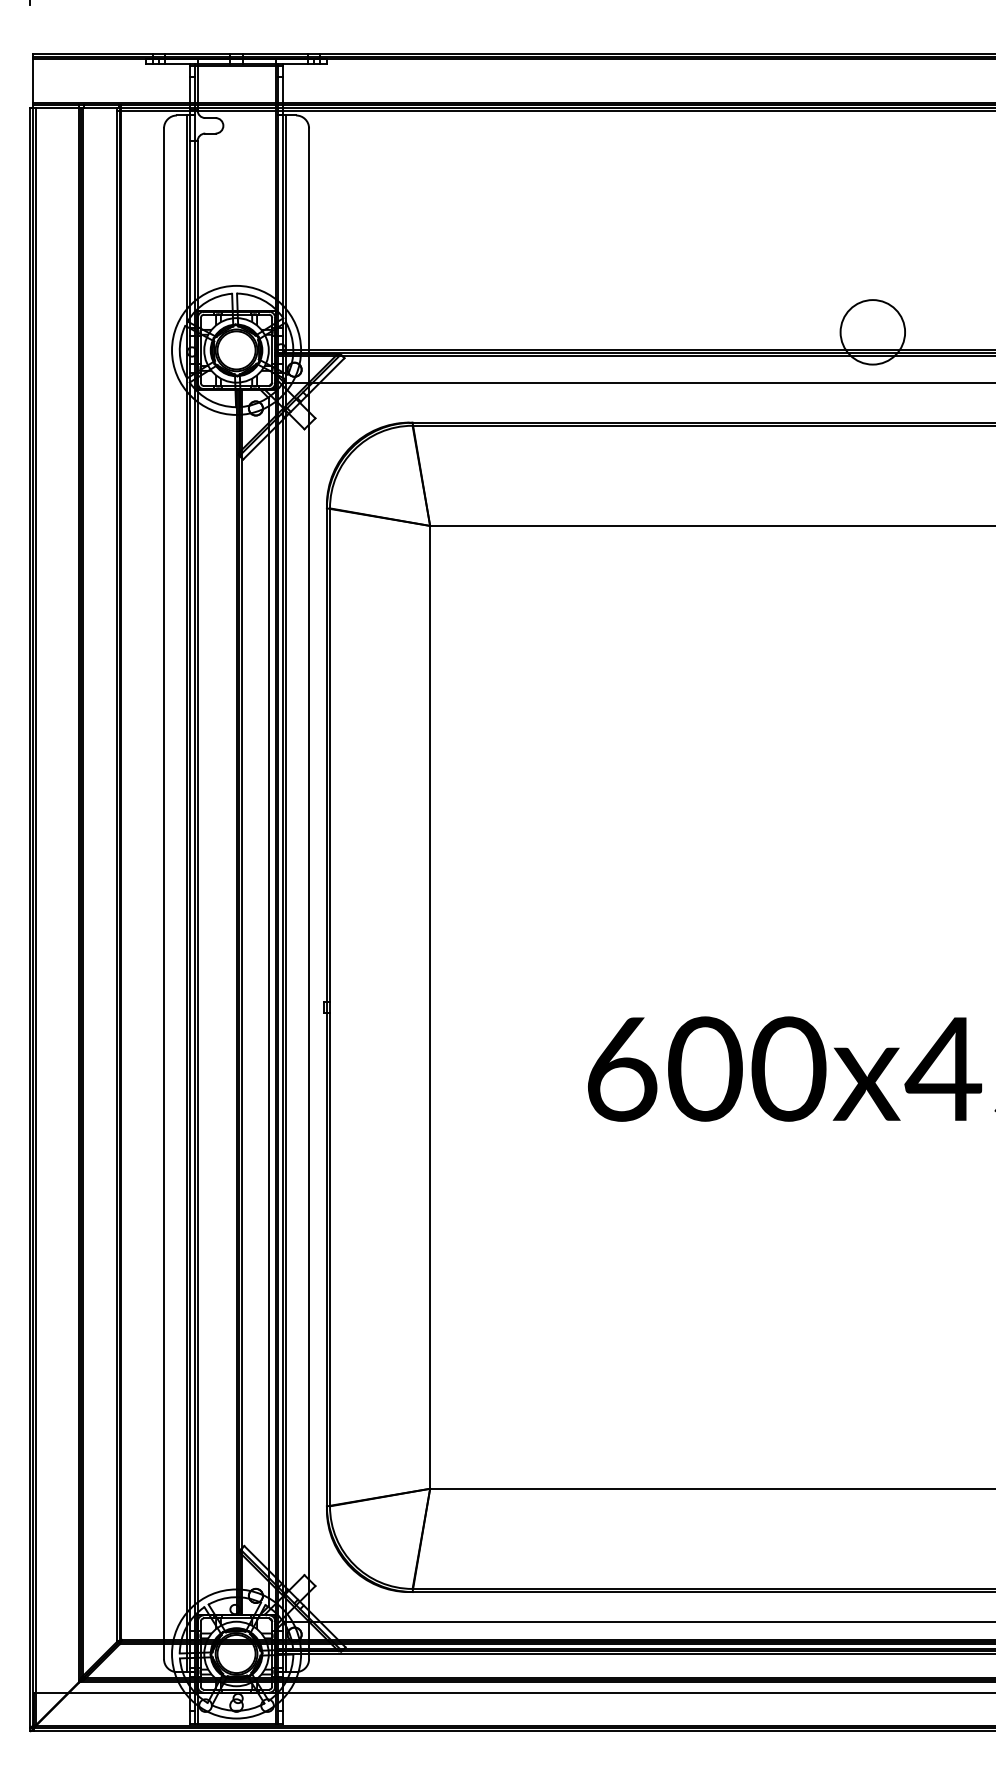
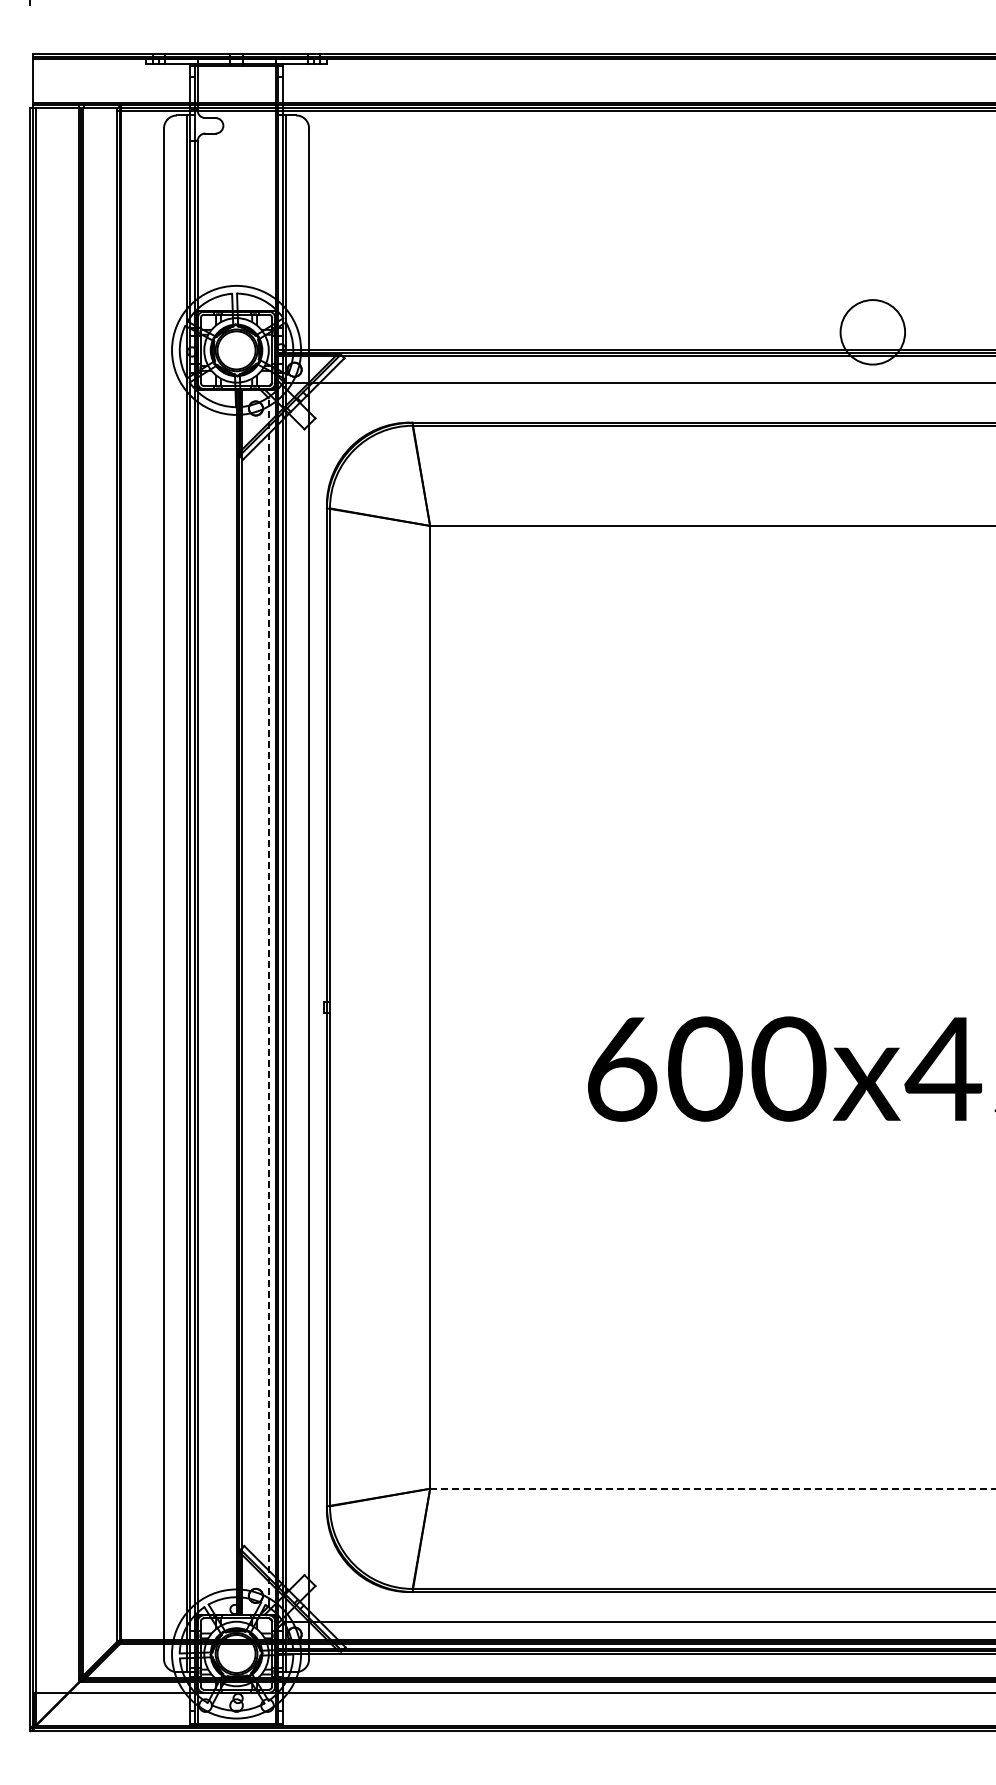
line at (268, 1001): solid -> dashed
line at (712, 1488): solid -> dashed
